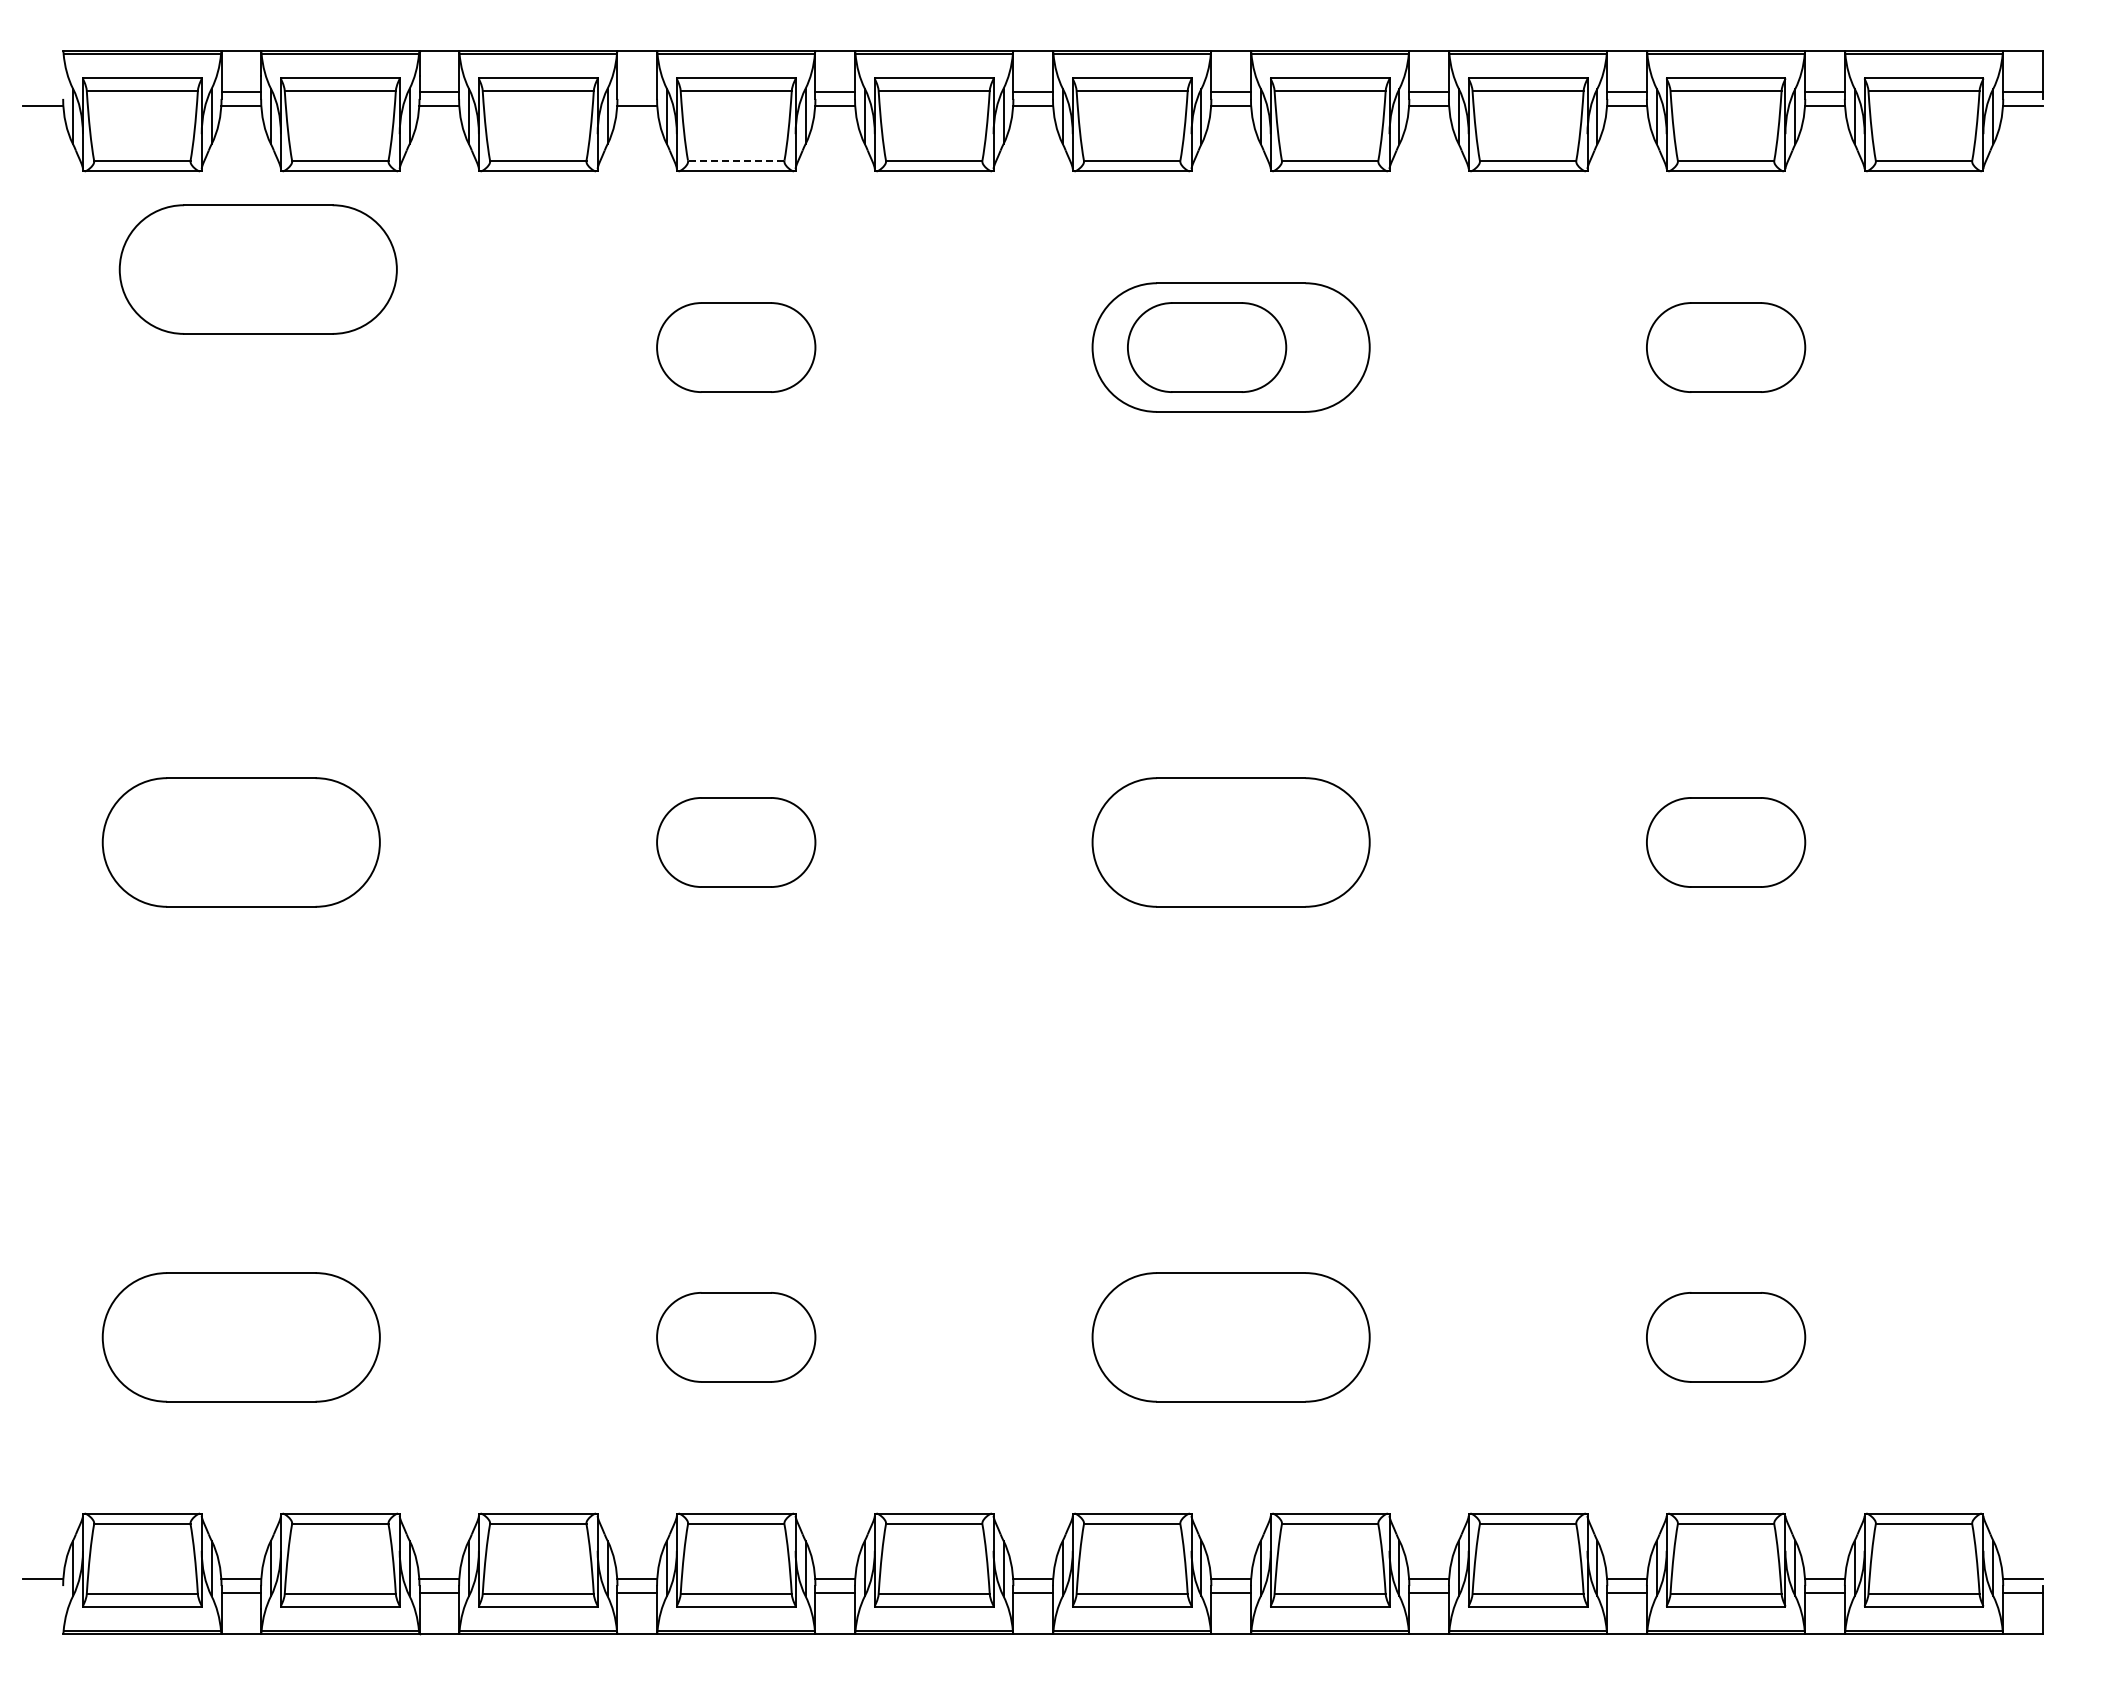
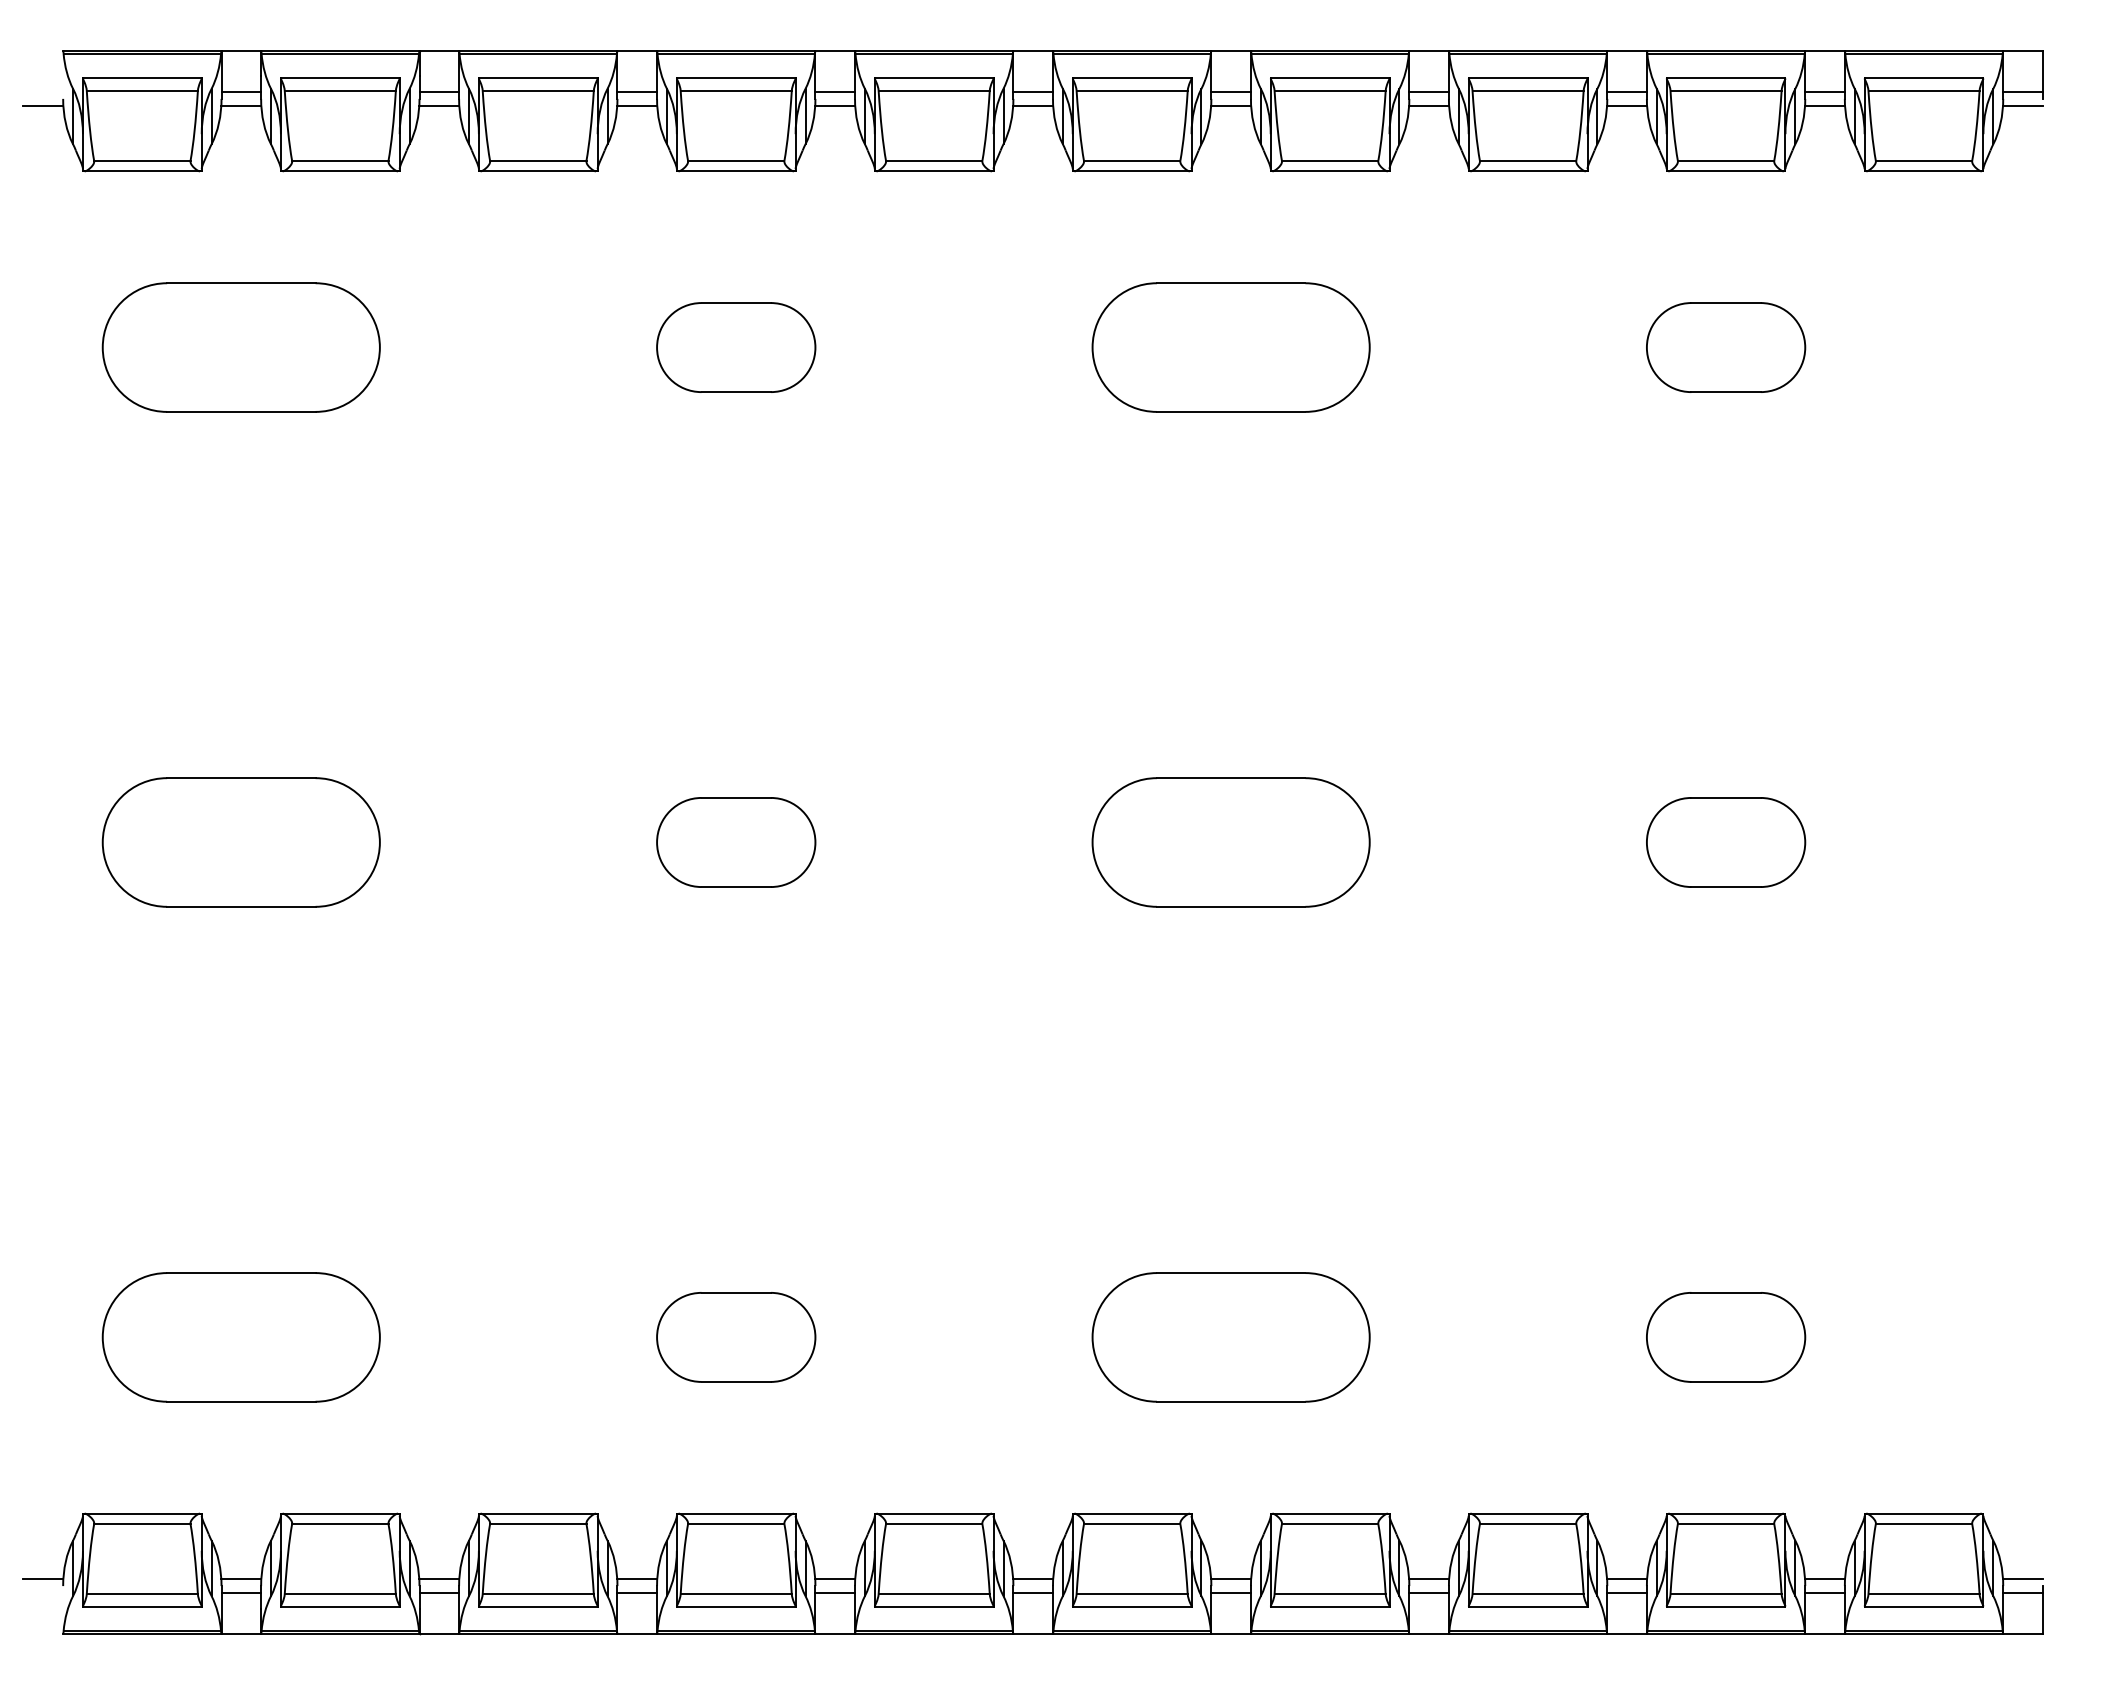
line at (637, 92): none -> present
line at (735, 160): dashed -> solid
part at (257, 269) position: (257, 269) -> (240, 347)
part at (1207, 347): present -> none
